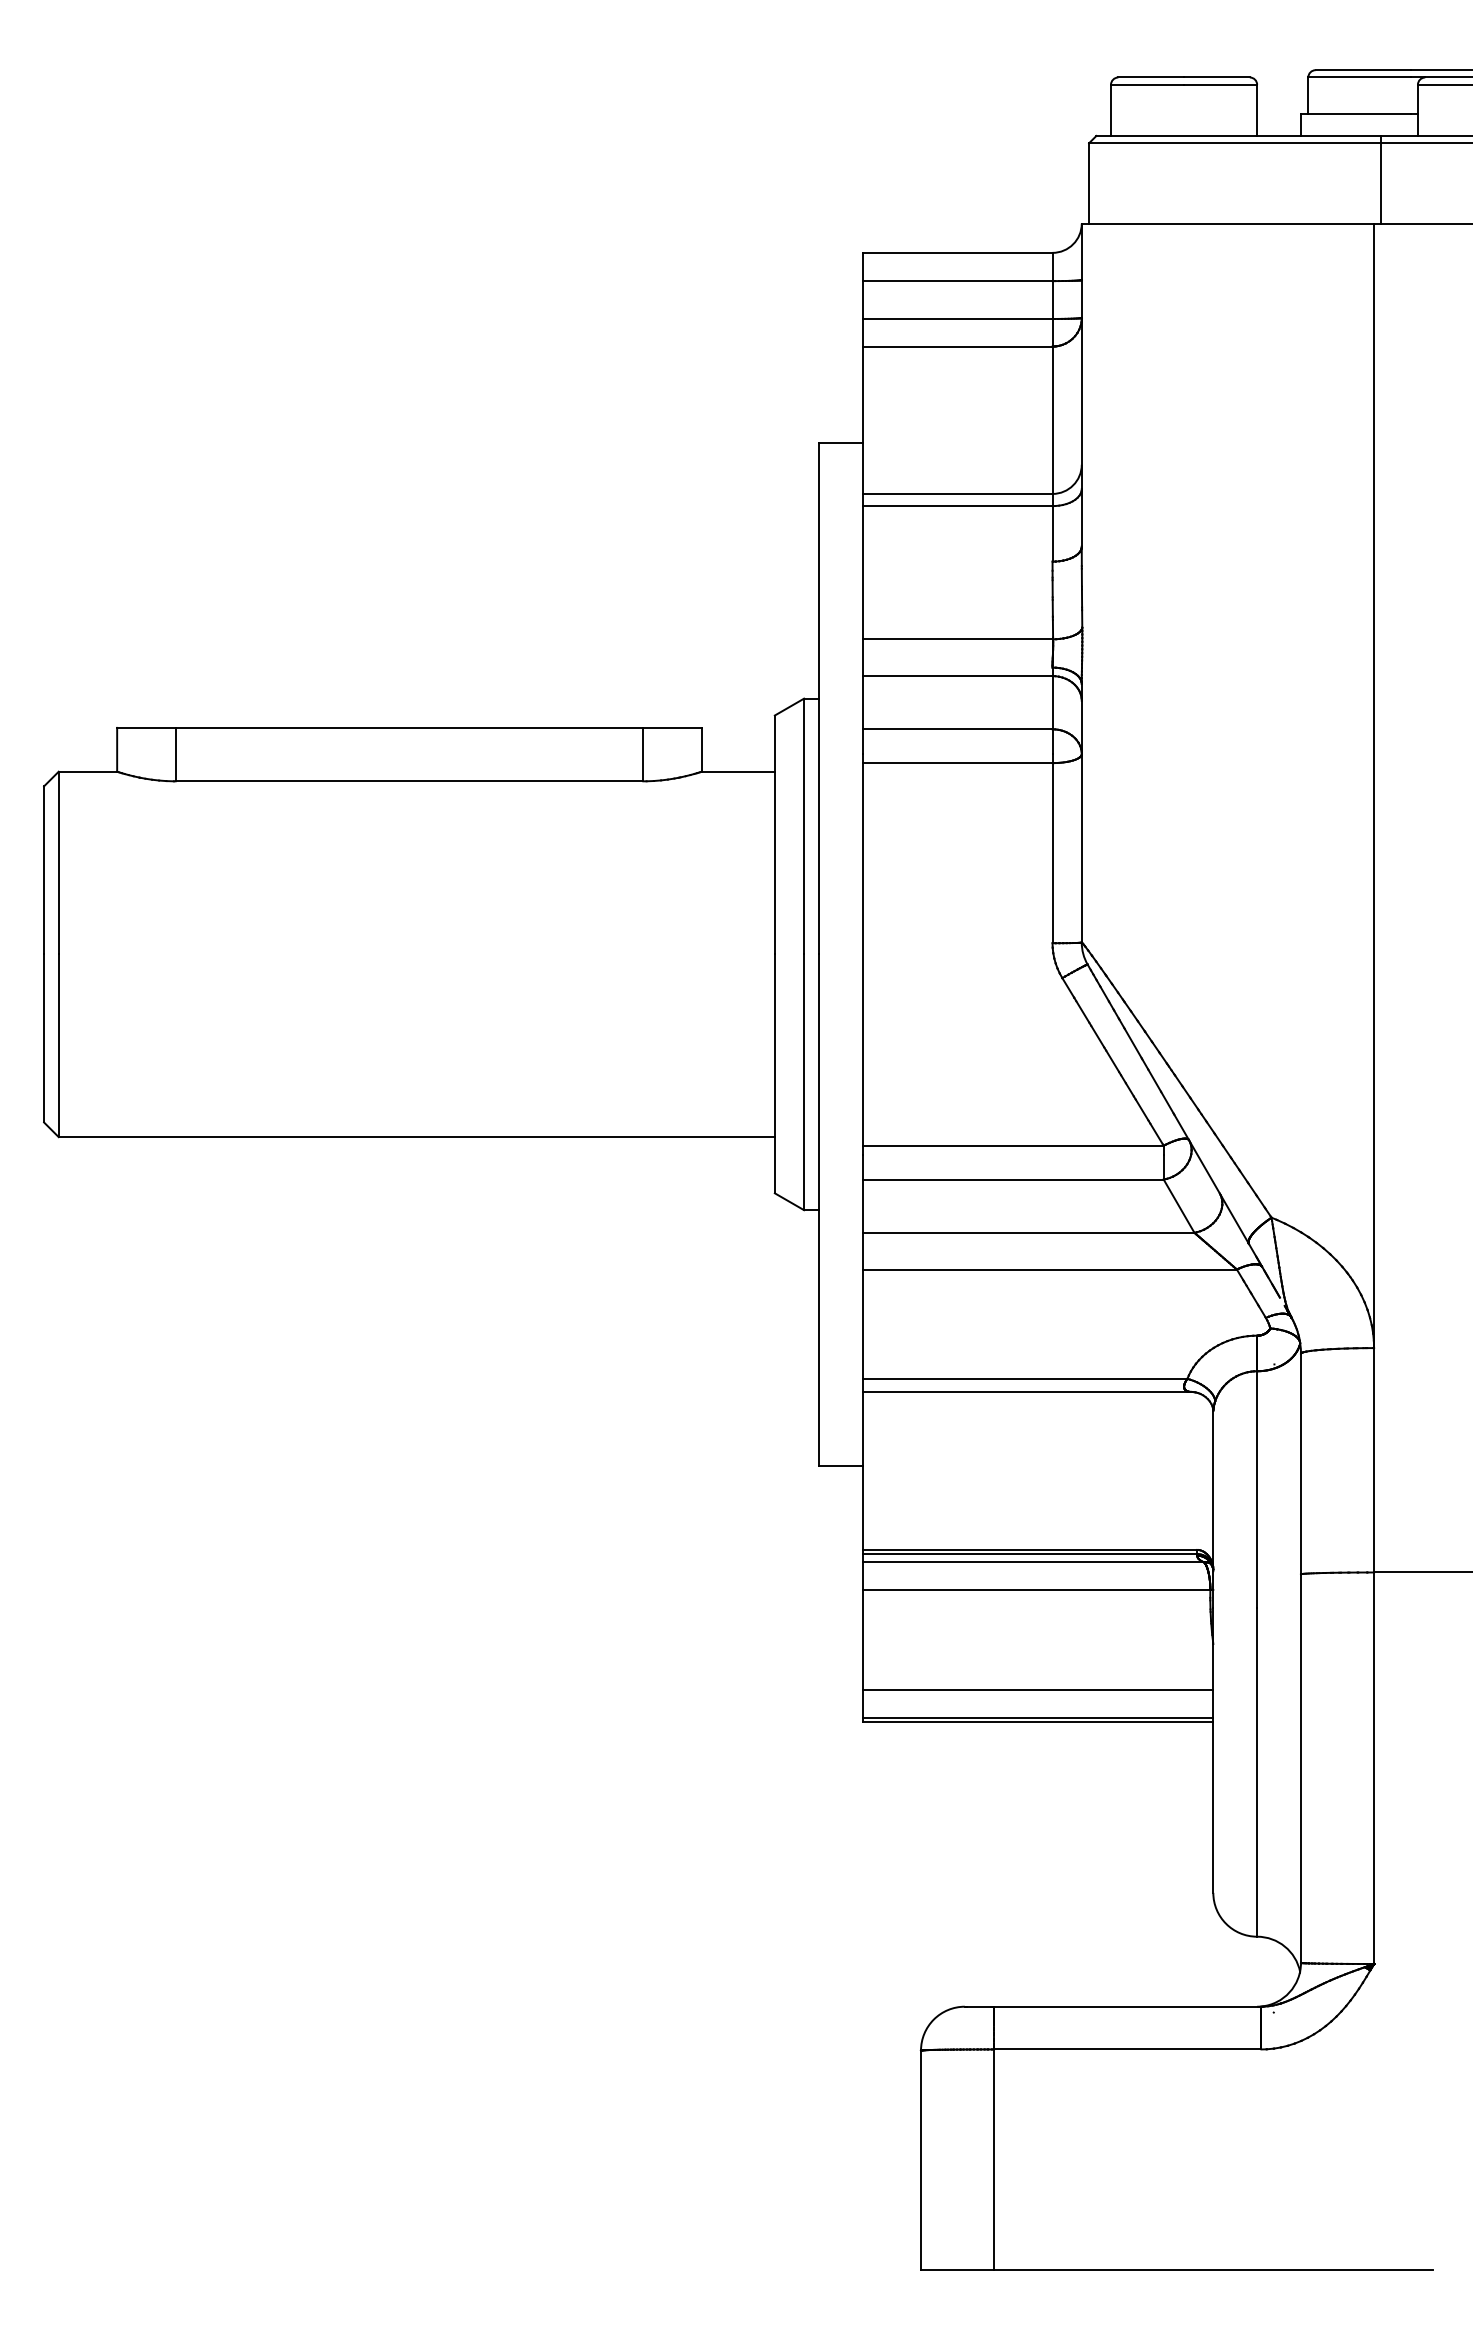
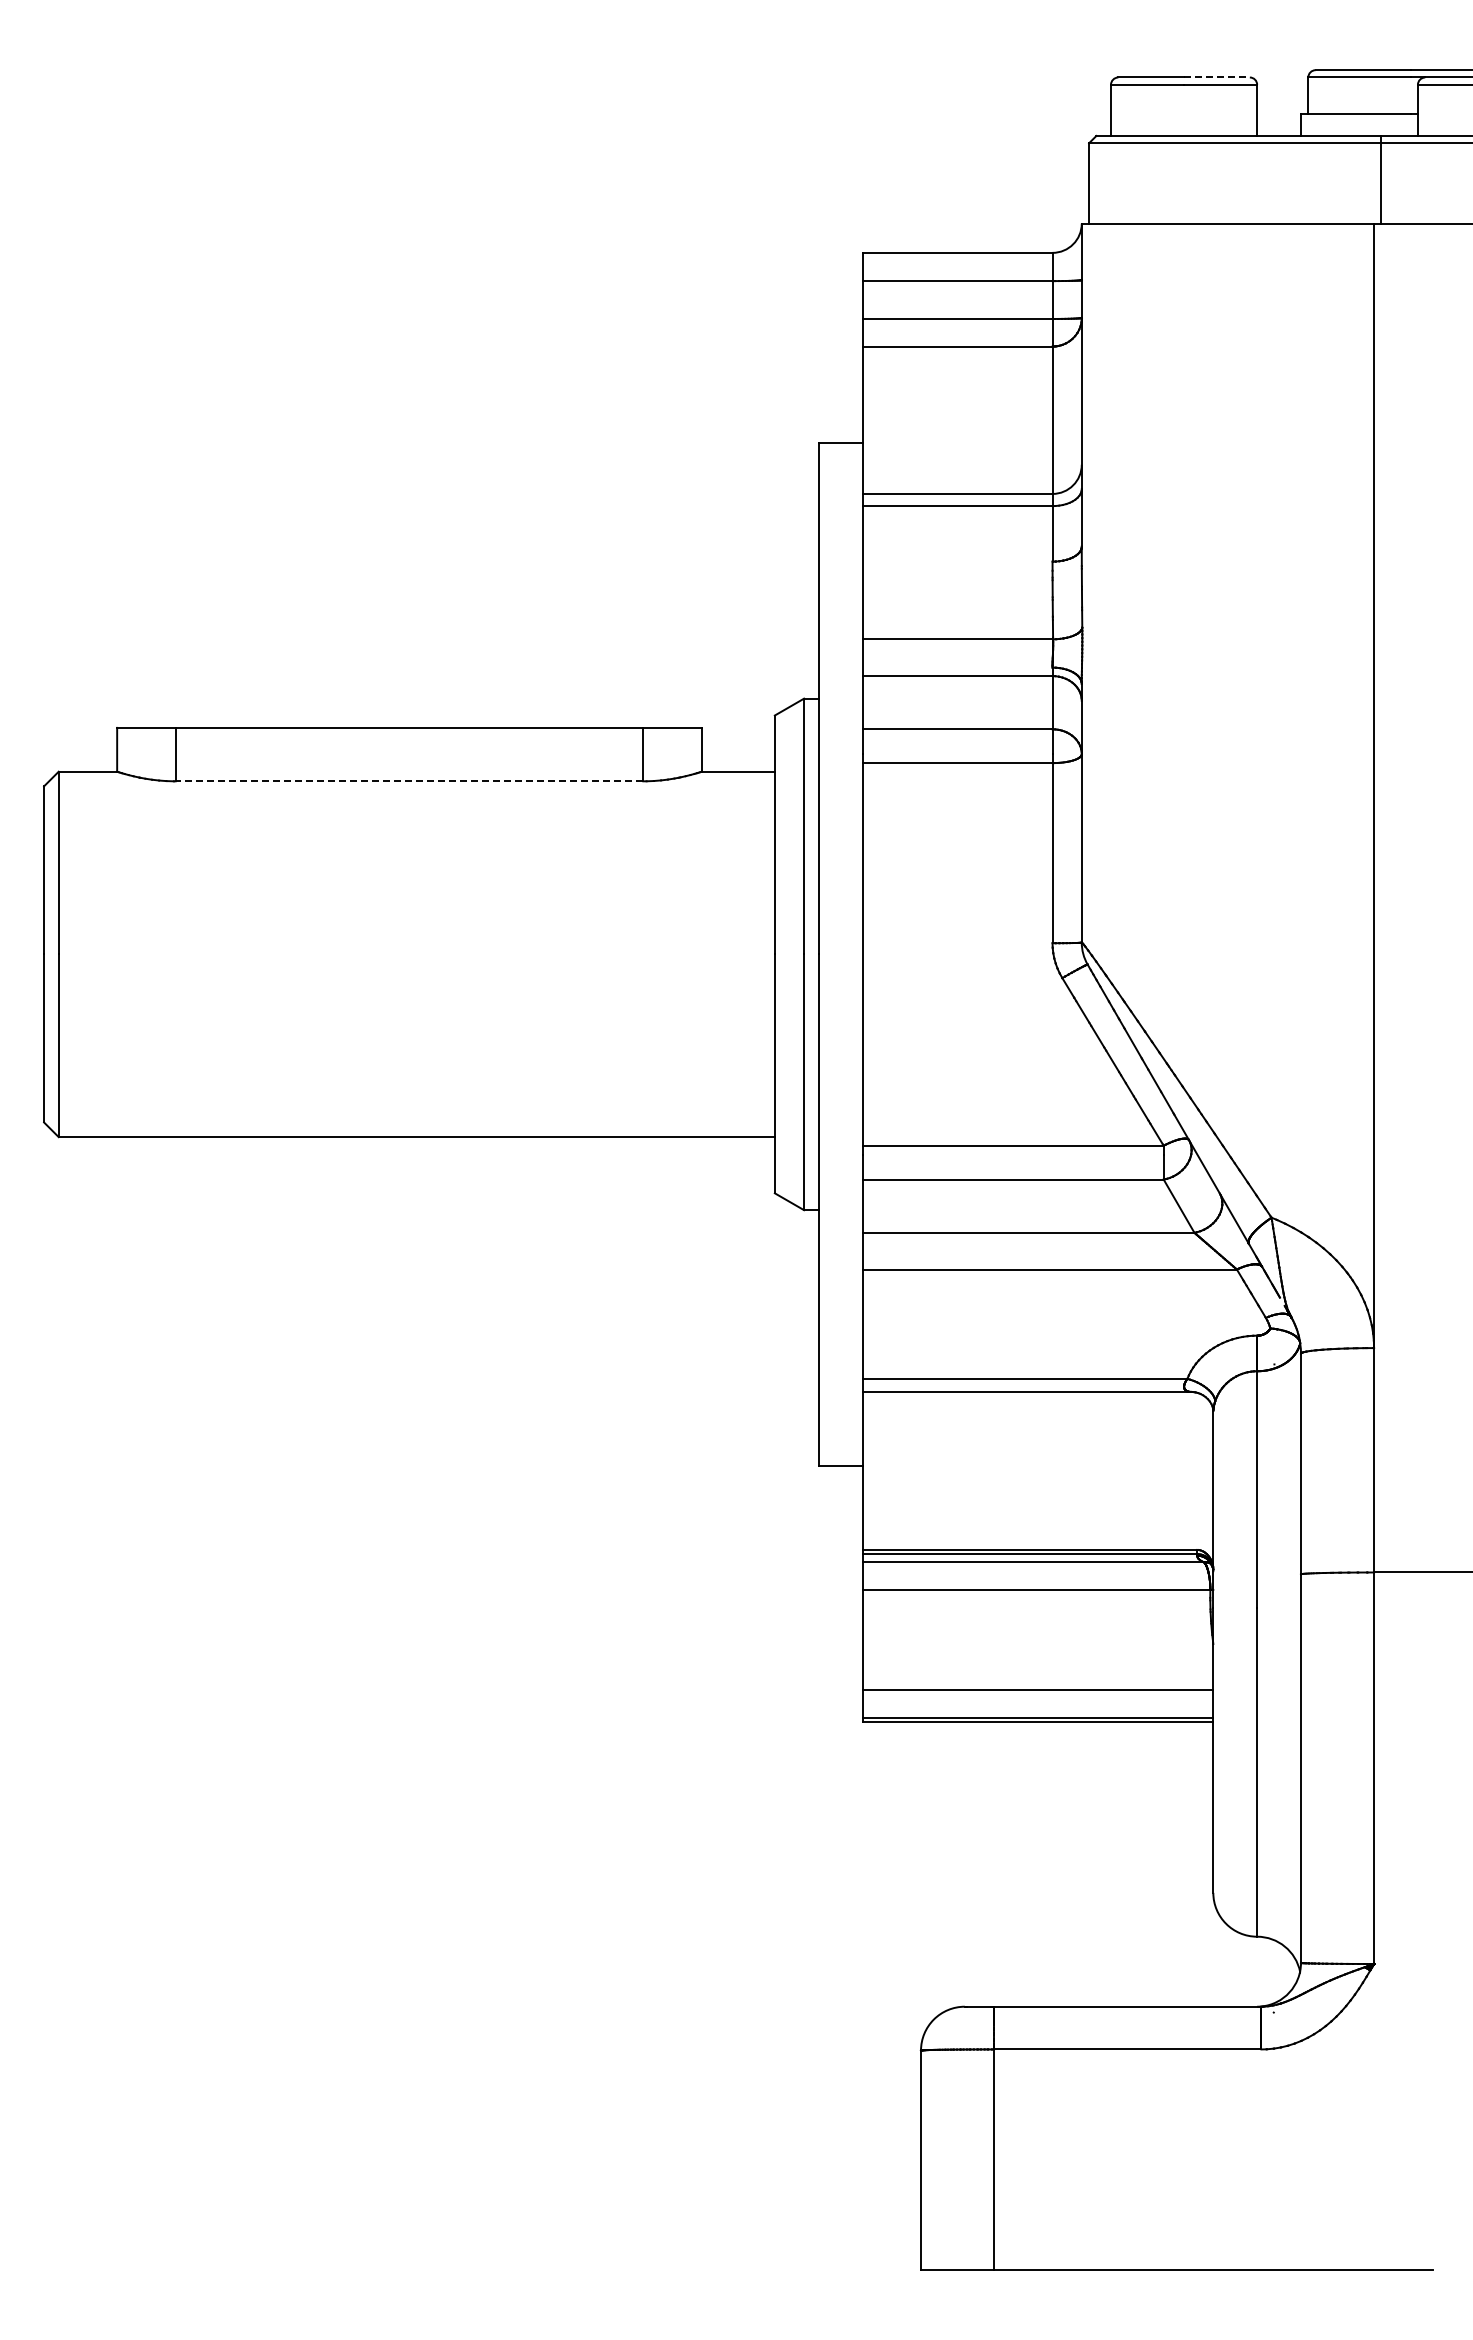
line at (1216, 77): solid -> dashed
line at (409, 781): solid -> dashed
